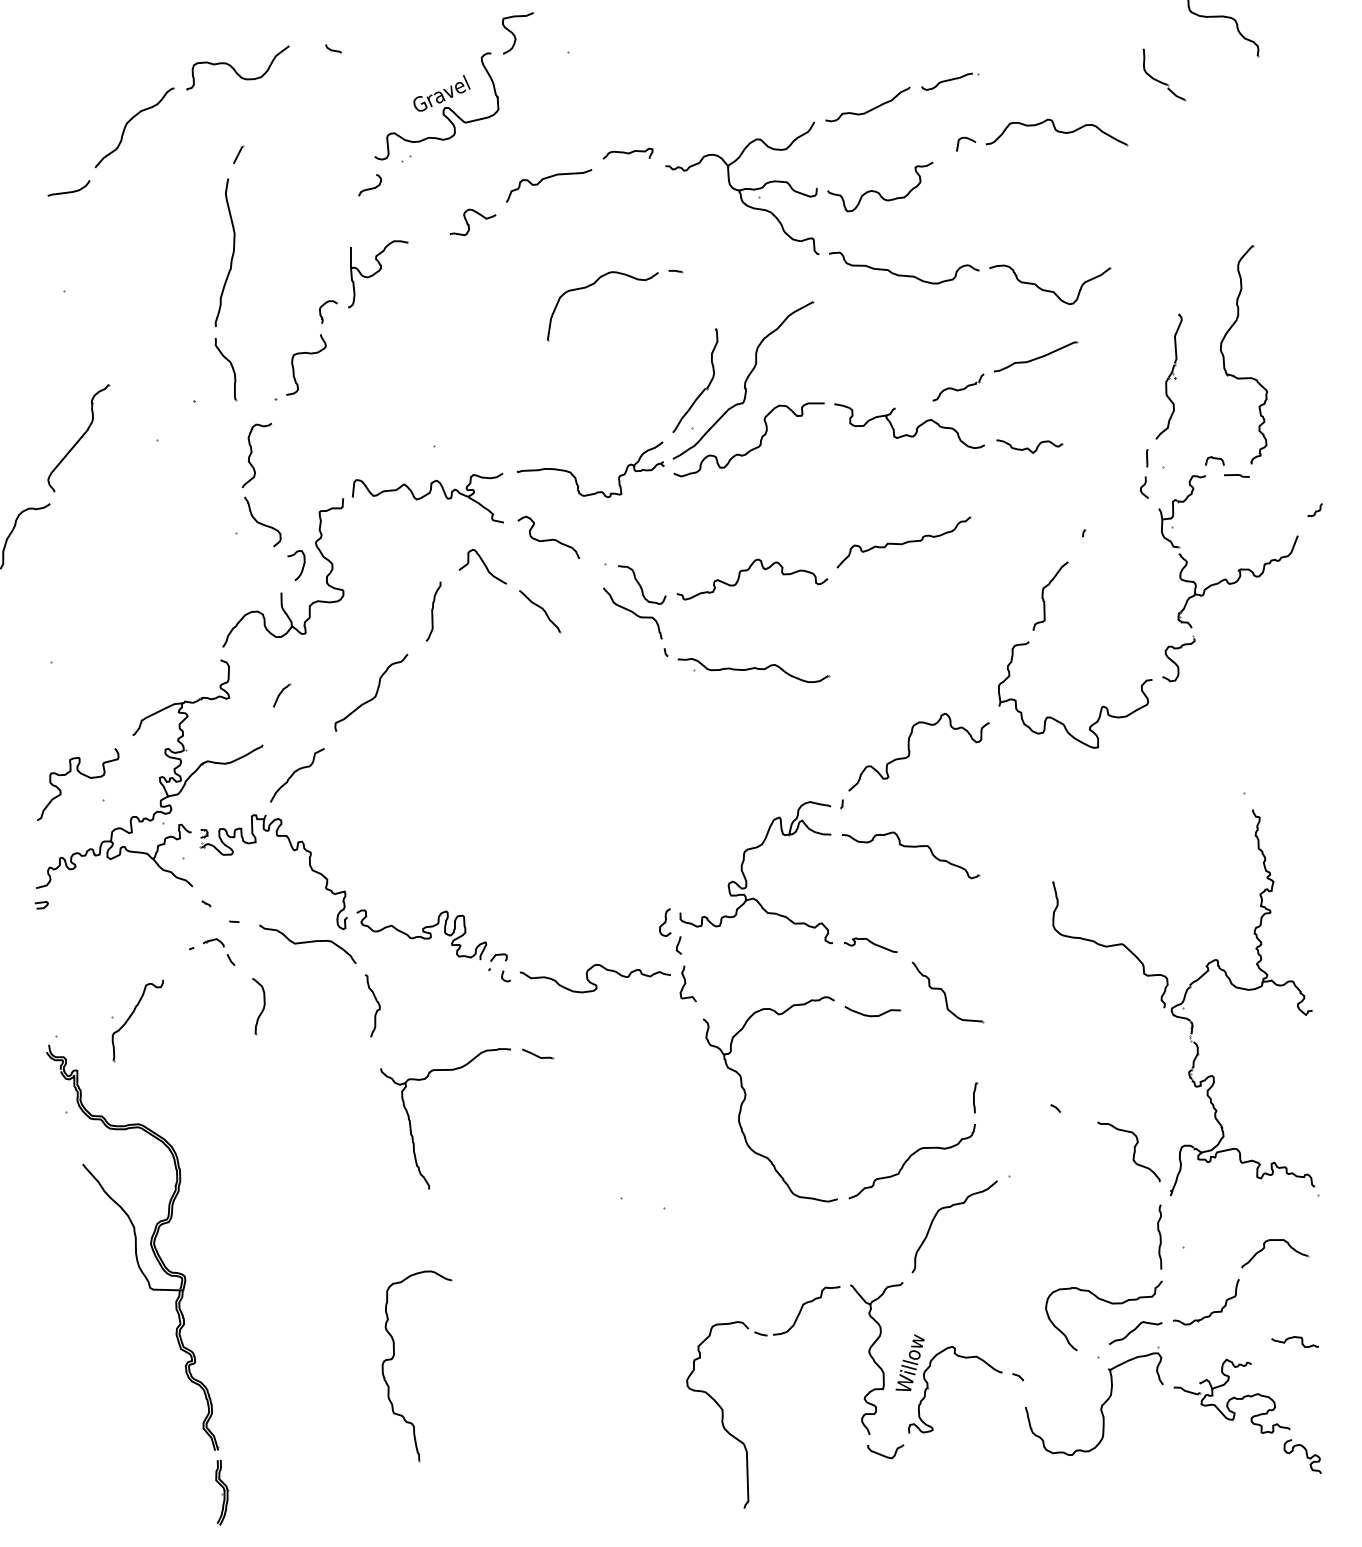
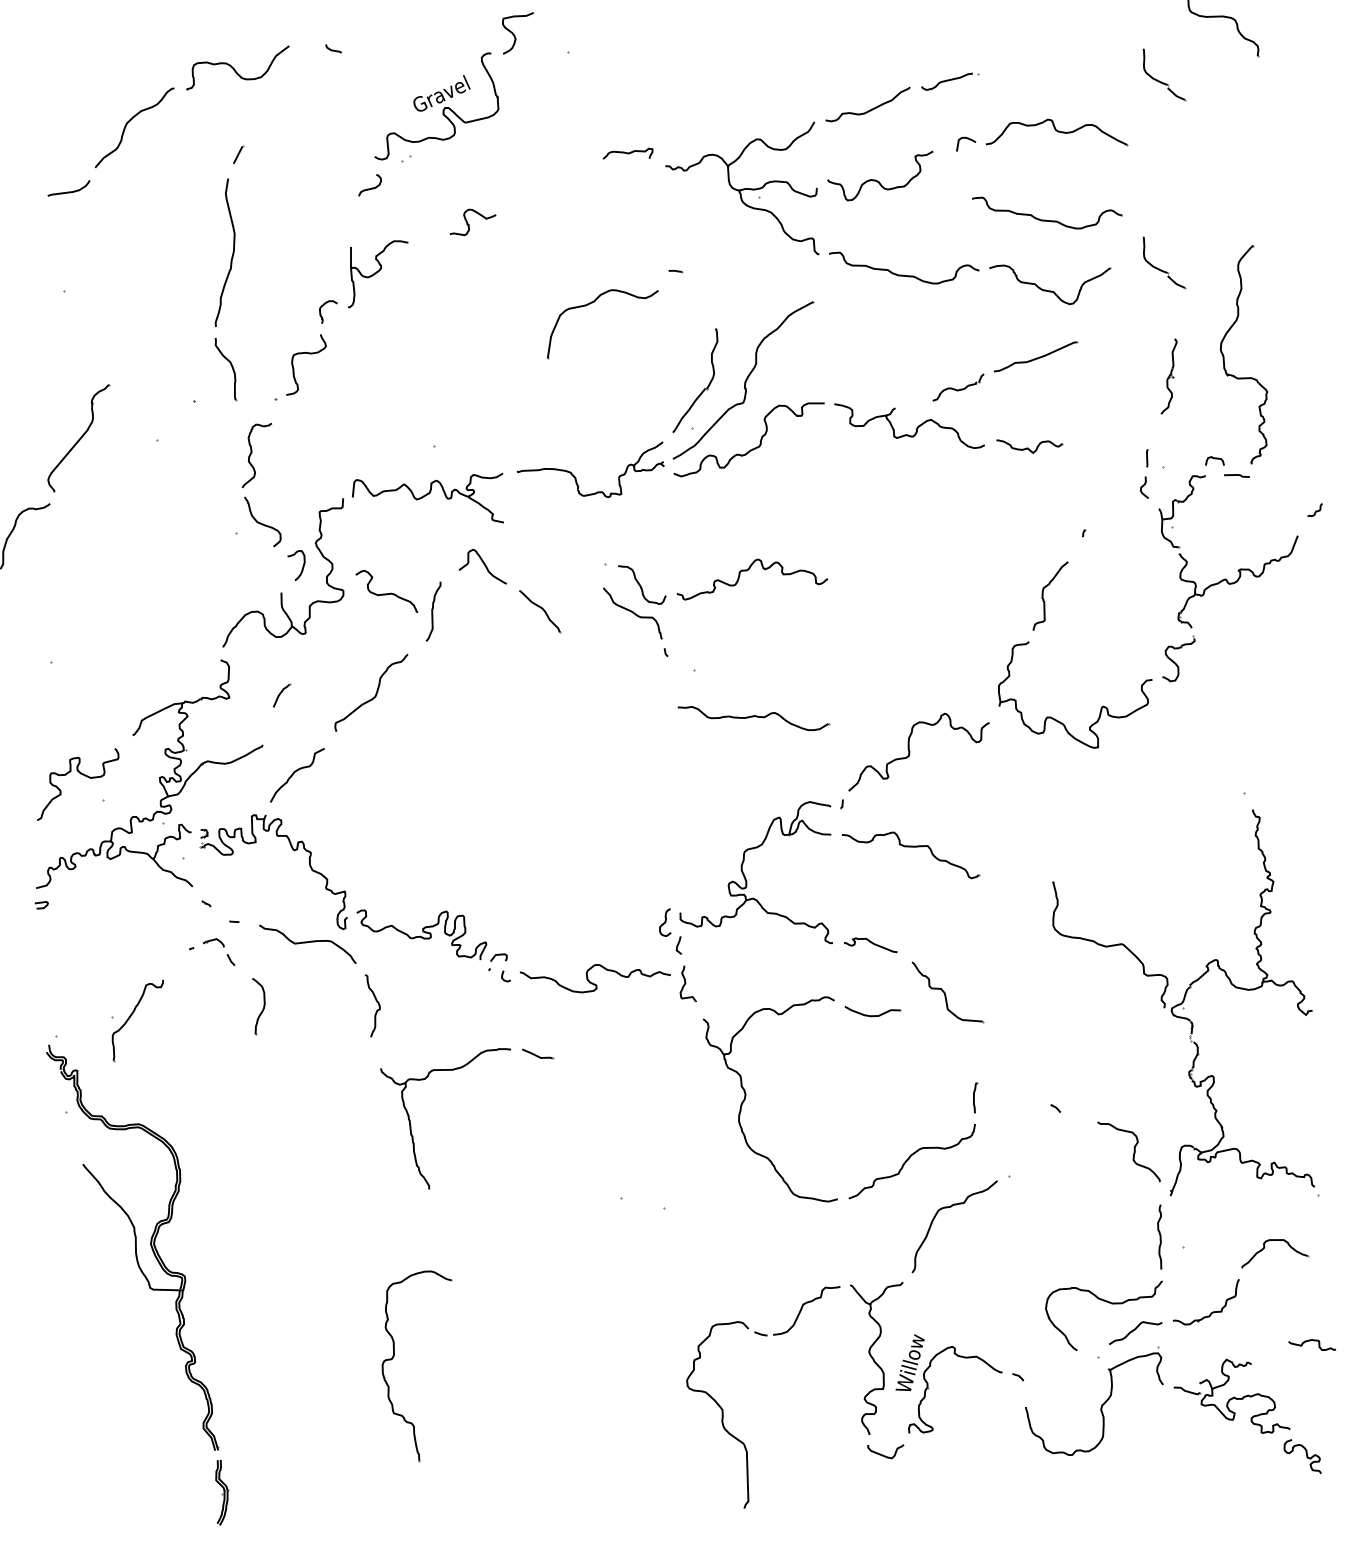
curve at (548, 178): present -> none
curve at (877, 191) position: (877, 191) -> (877, 180)
curve at (1046, 219): none -> present
part at (1161, 269): none -> present
part at (592, 285) position: (592, 285) -> (592, 303)
part at (1168, 376) size: 28x127 px -> 18x77 px
curve at (548, 539) position: (548, 539) -> (386, 593)
part at (903, 542): present -> none
part at (753, 670) position: (753, 670) -> (753, 718)
curve at (1293, 1338) position: (1293, 1338) -> (1310, 1341)
